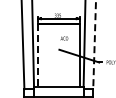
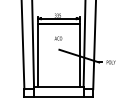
text at (64, 38) position: (64, 38) -> (58, 38)
line at (94, 44): dashed -> solid
line at (38, 55): dashed -> solid
